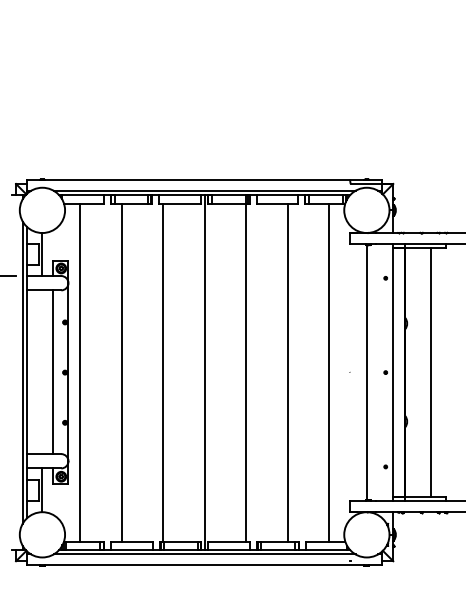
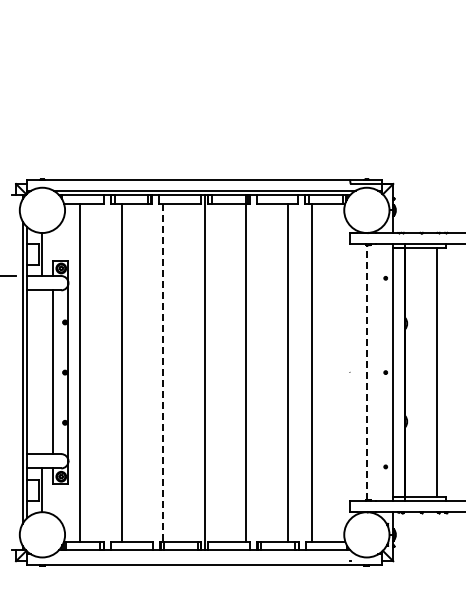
line at (329, 372) position: (329, 372) -> (312, 372)
line at (366, 372): solid -> dashed
line at (431, 372) position: (431, 372) -> (437, 372)
line at (163, 373): solid -> dashed
line at (204, 554): present -> none
